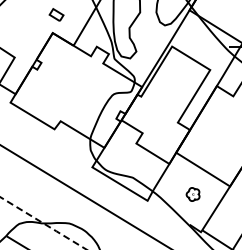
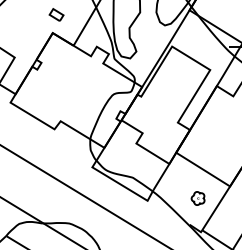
part at (192, 194) position: (192, 194) -> (197, 198)
line at (44, 224): dashed -> solid
